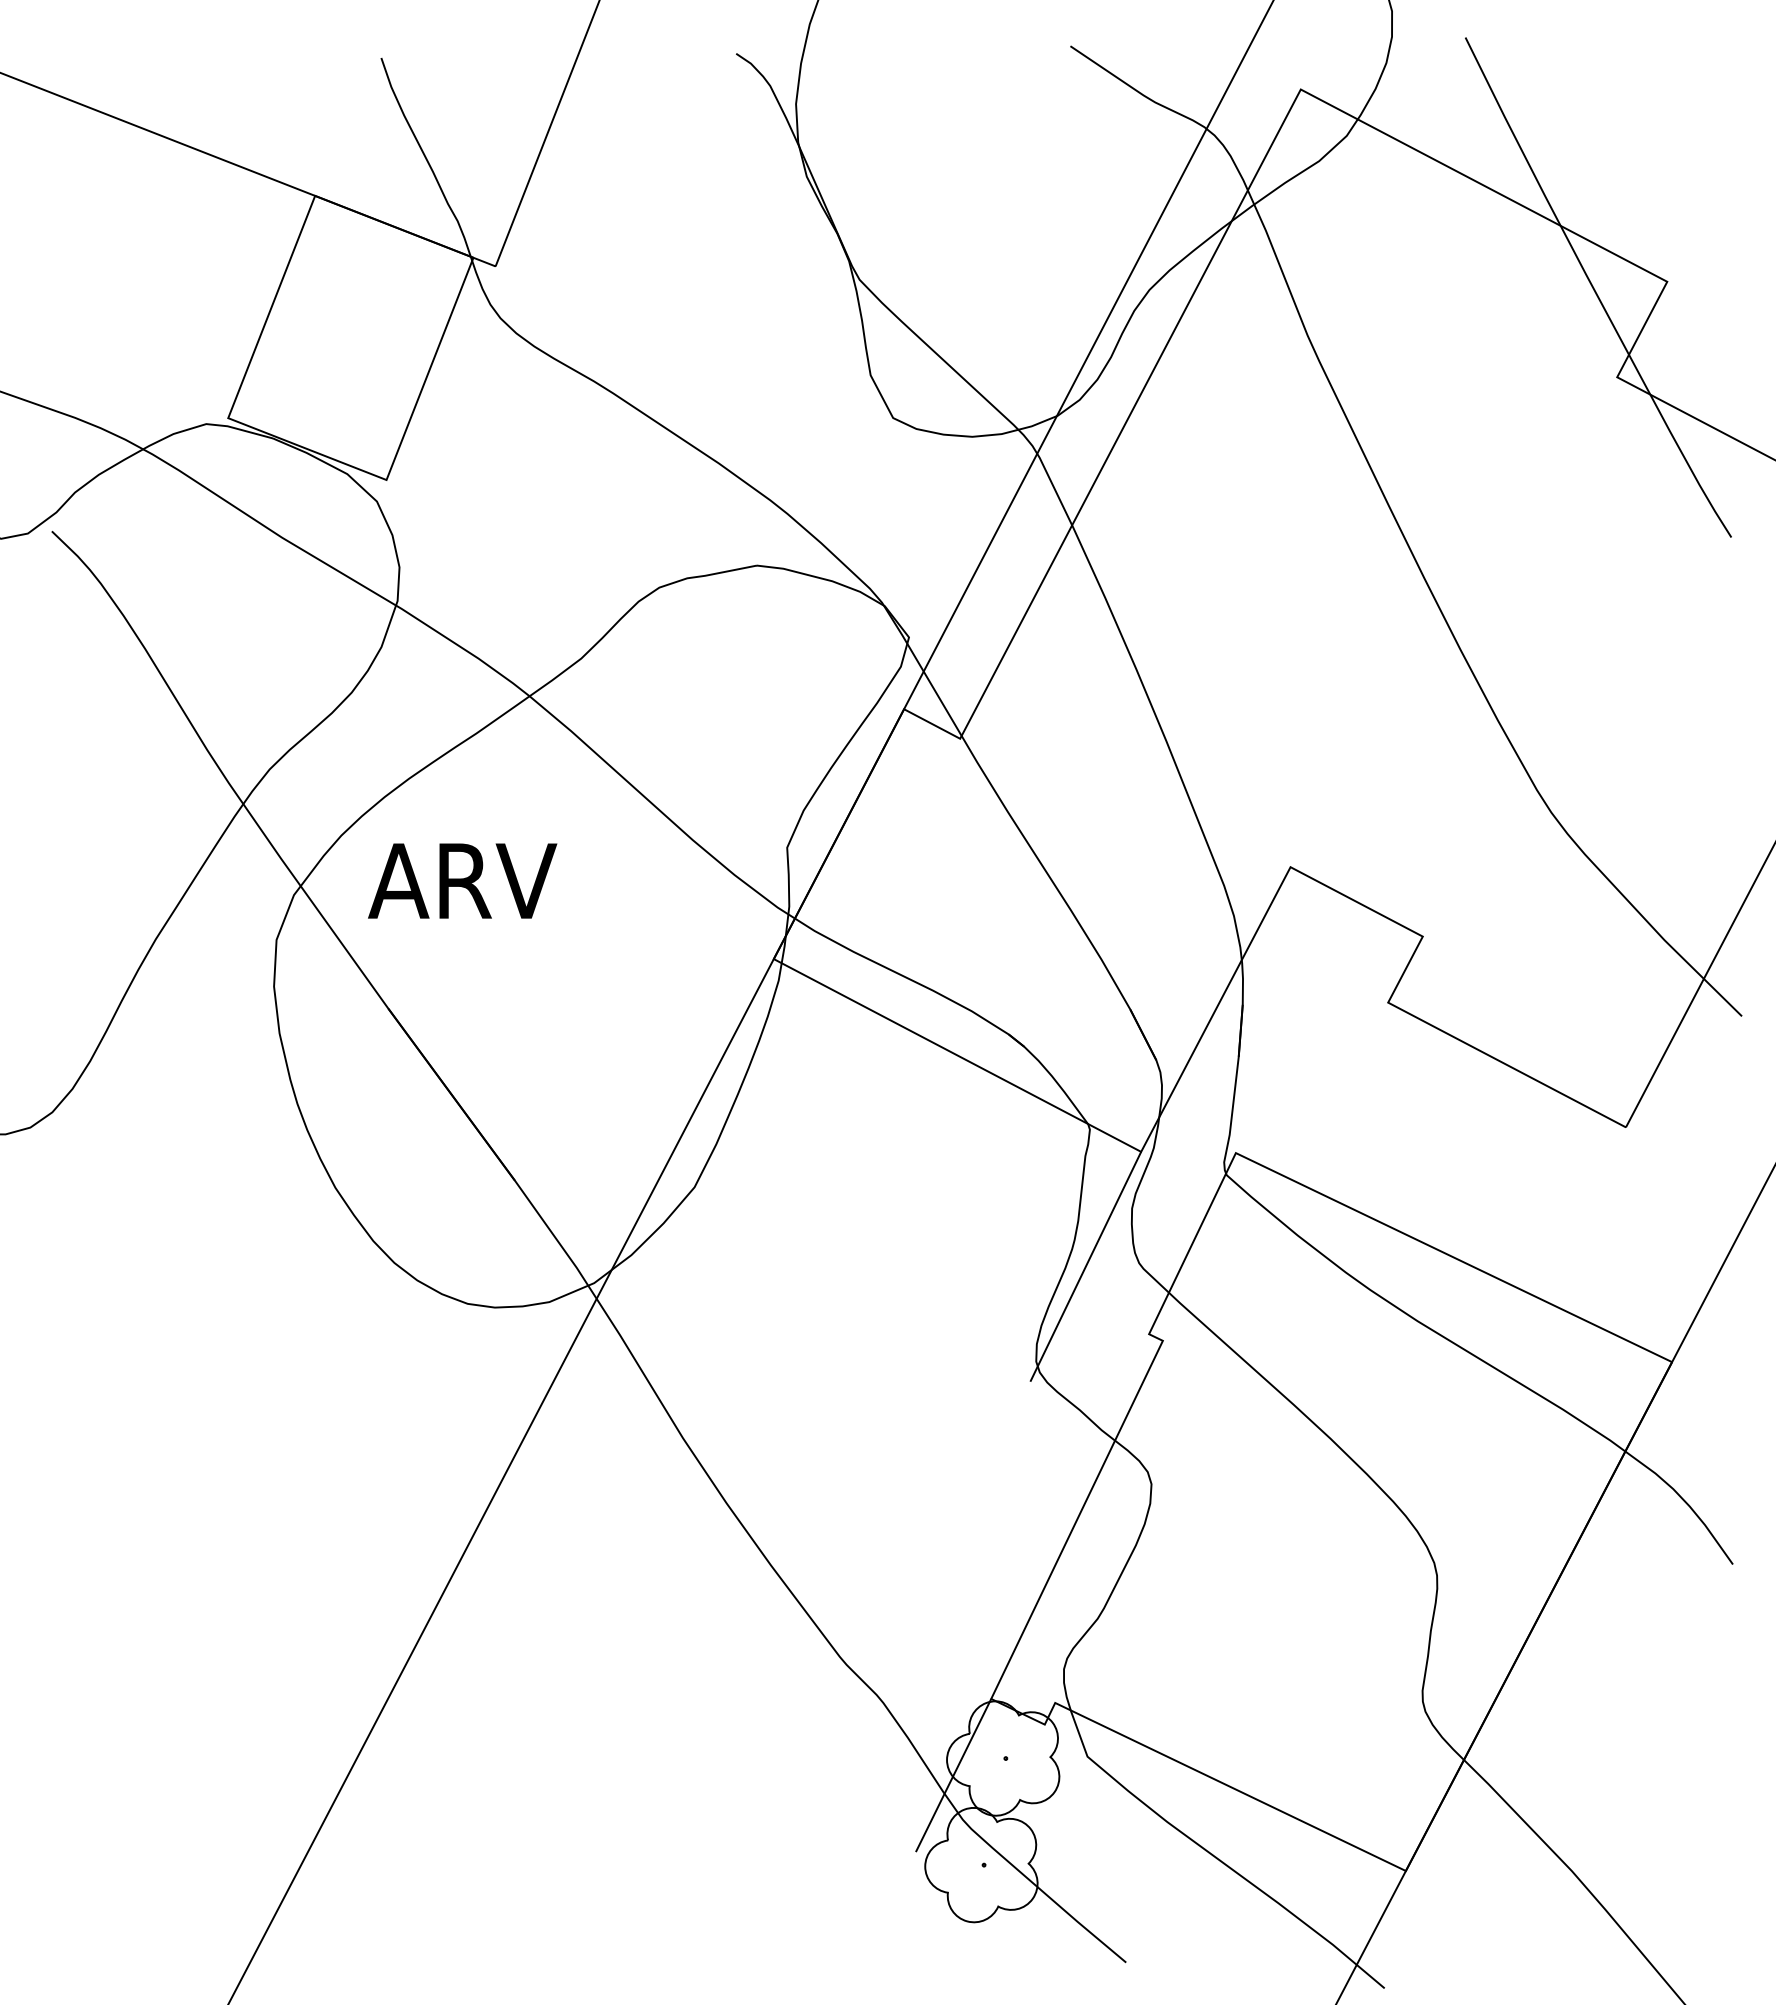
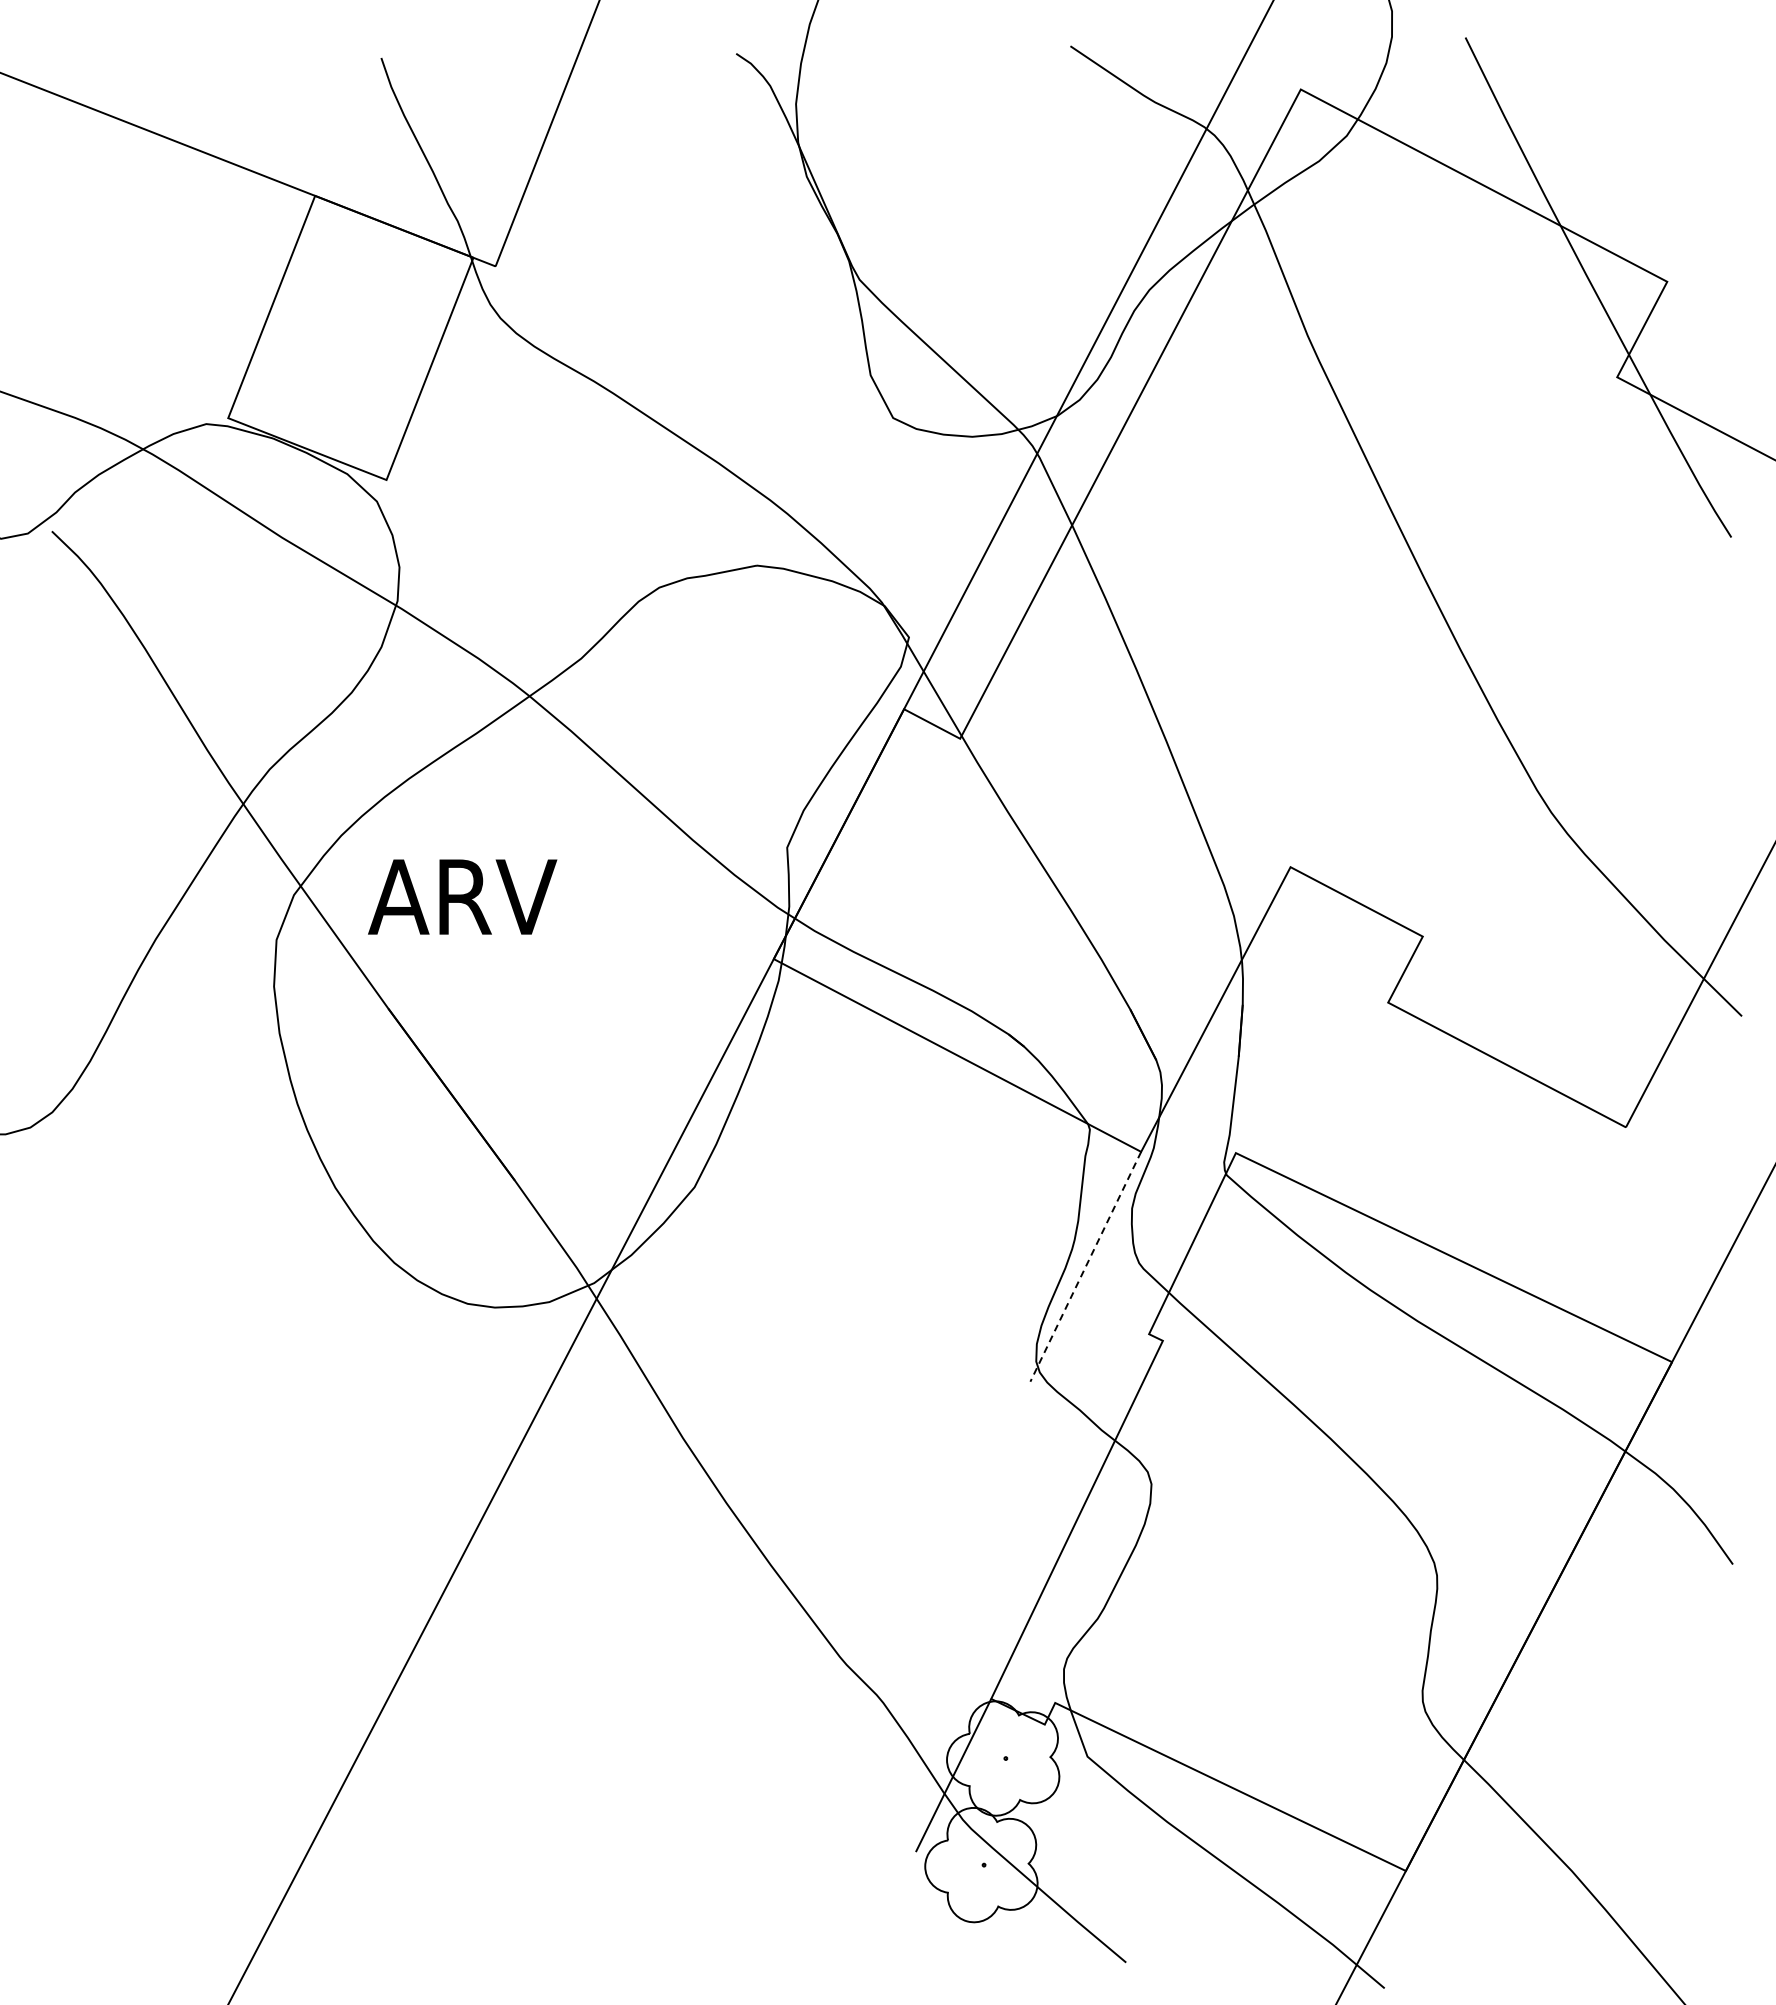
text at (462, 880) position: (462, 880) -> (462, 896)
line at (1085, 1266): solid -> dashed
